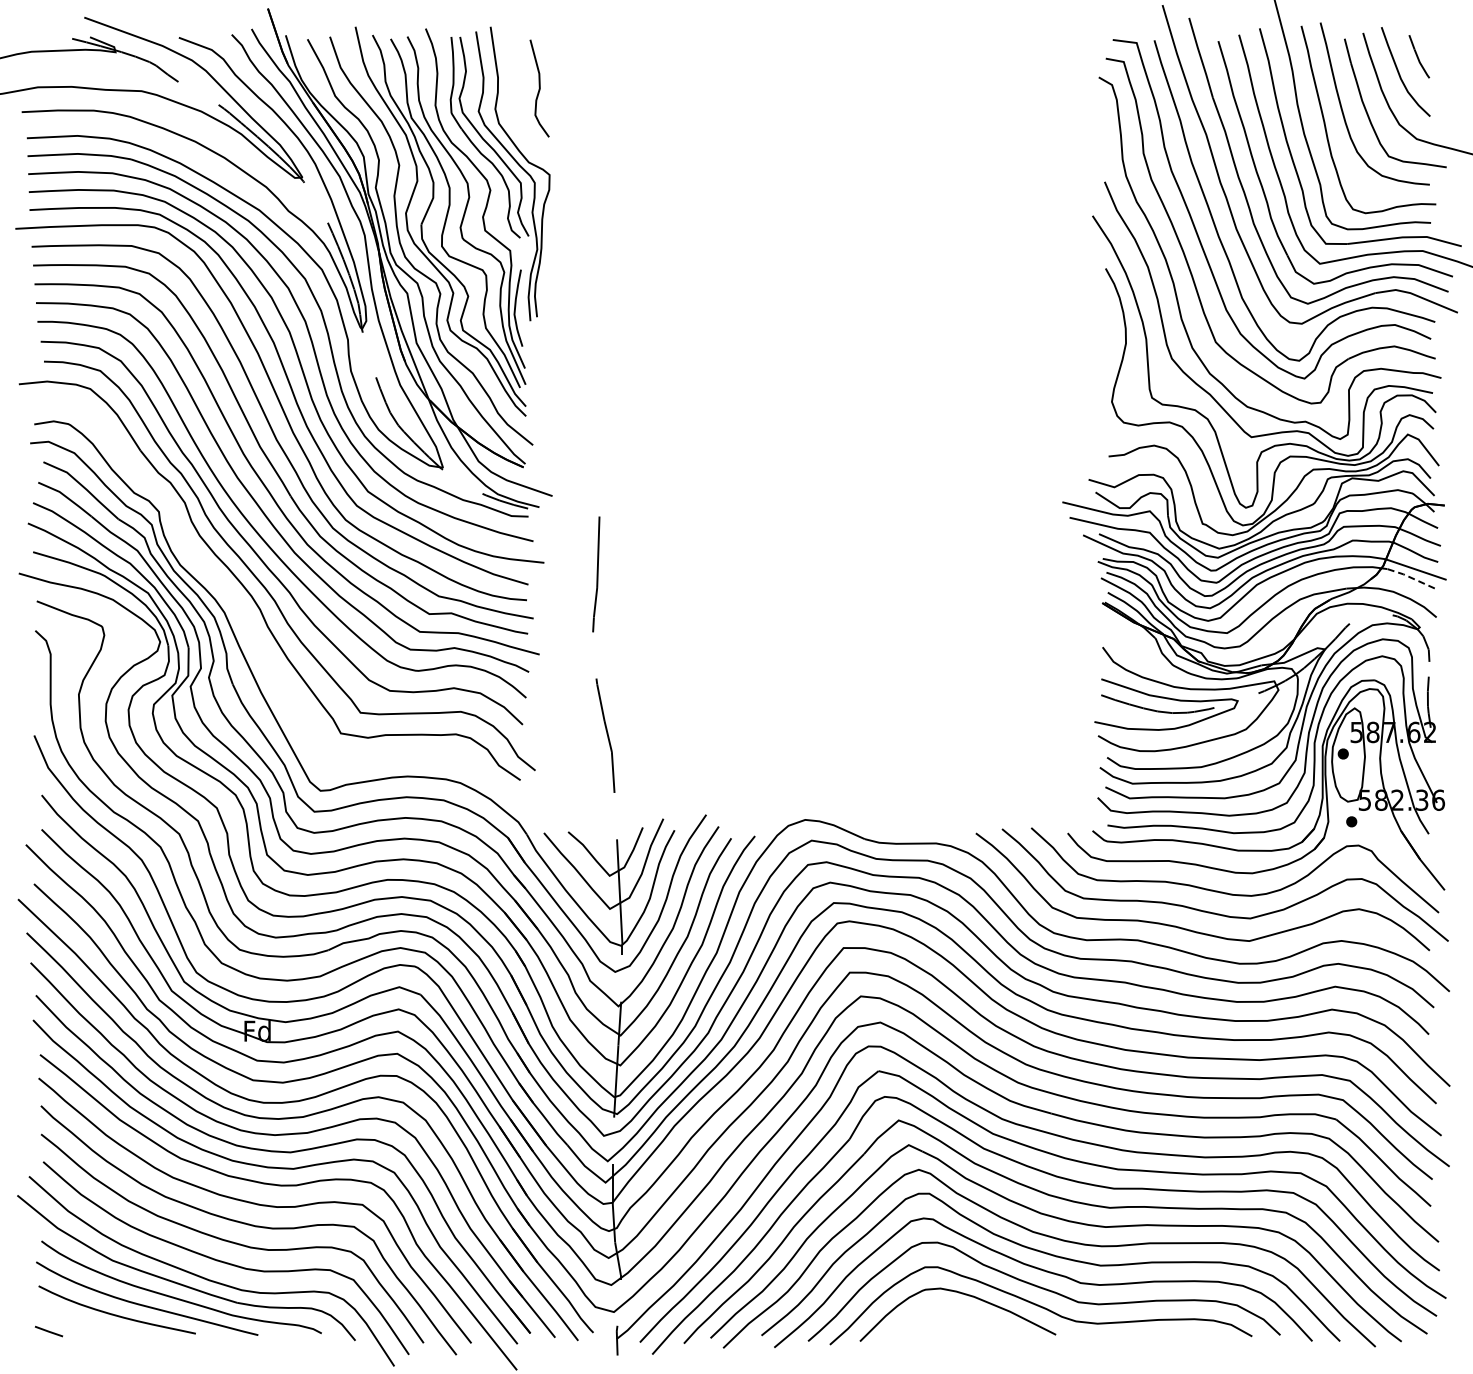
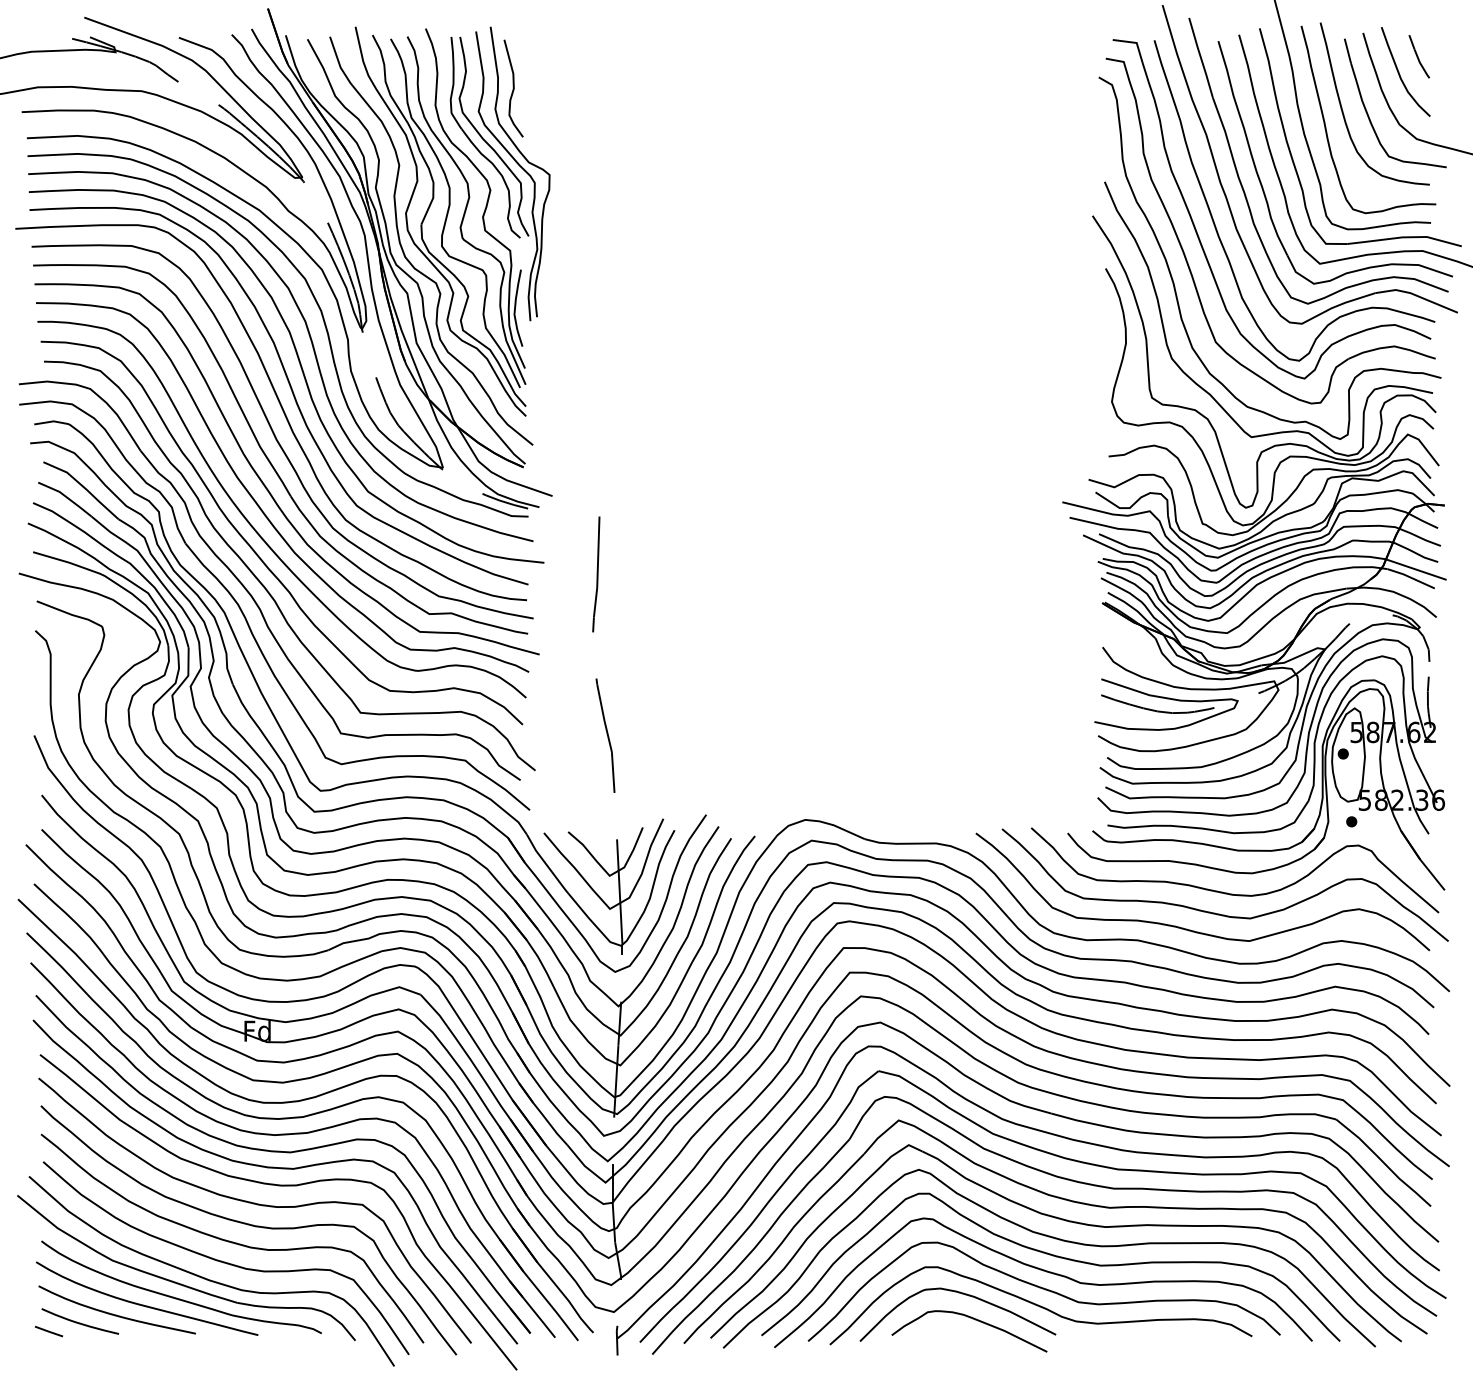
curve at (539, 88) position: (539, 88) -> (513, 88)
line at (1410, 577): dashed -> solid
part at (246, 617): none -> present
curve at (972, 1319): none -> present
curve at (80, 1322): none -> present
